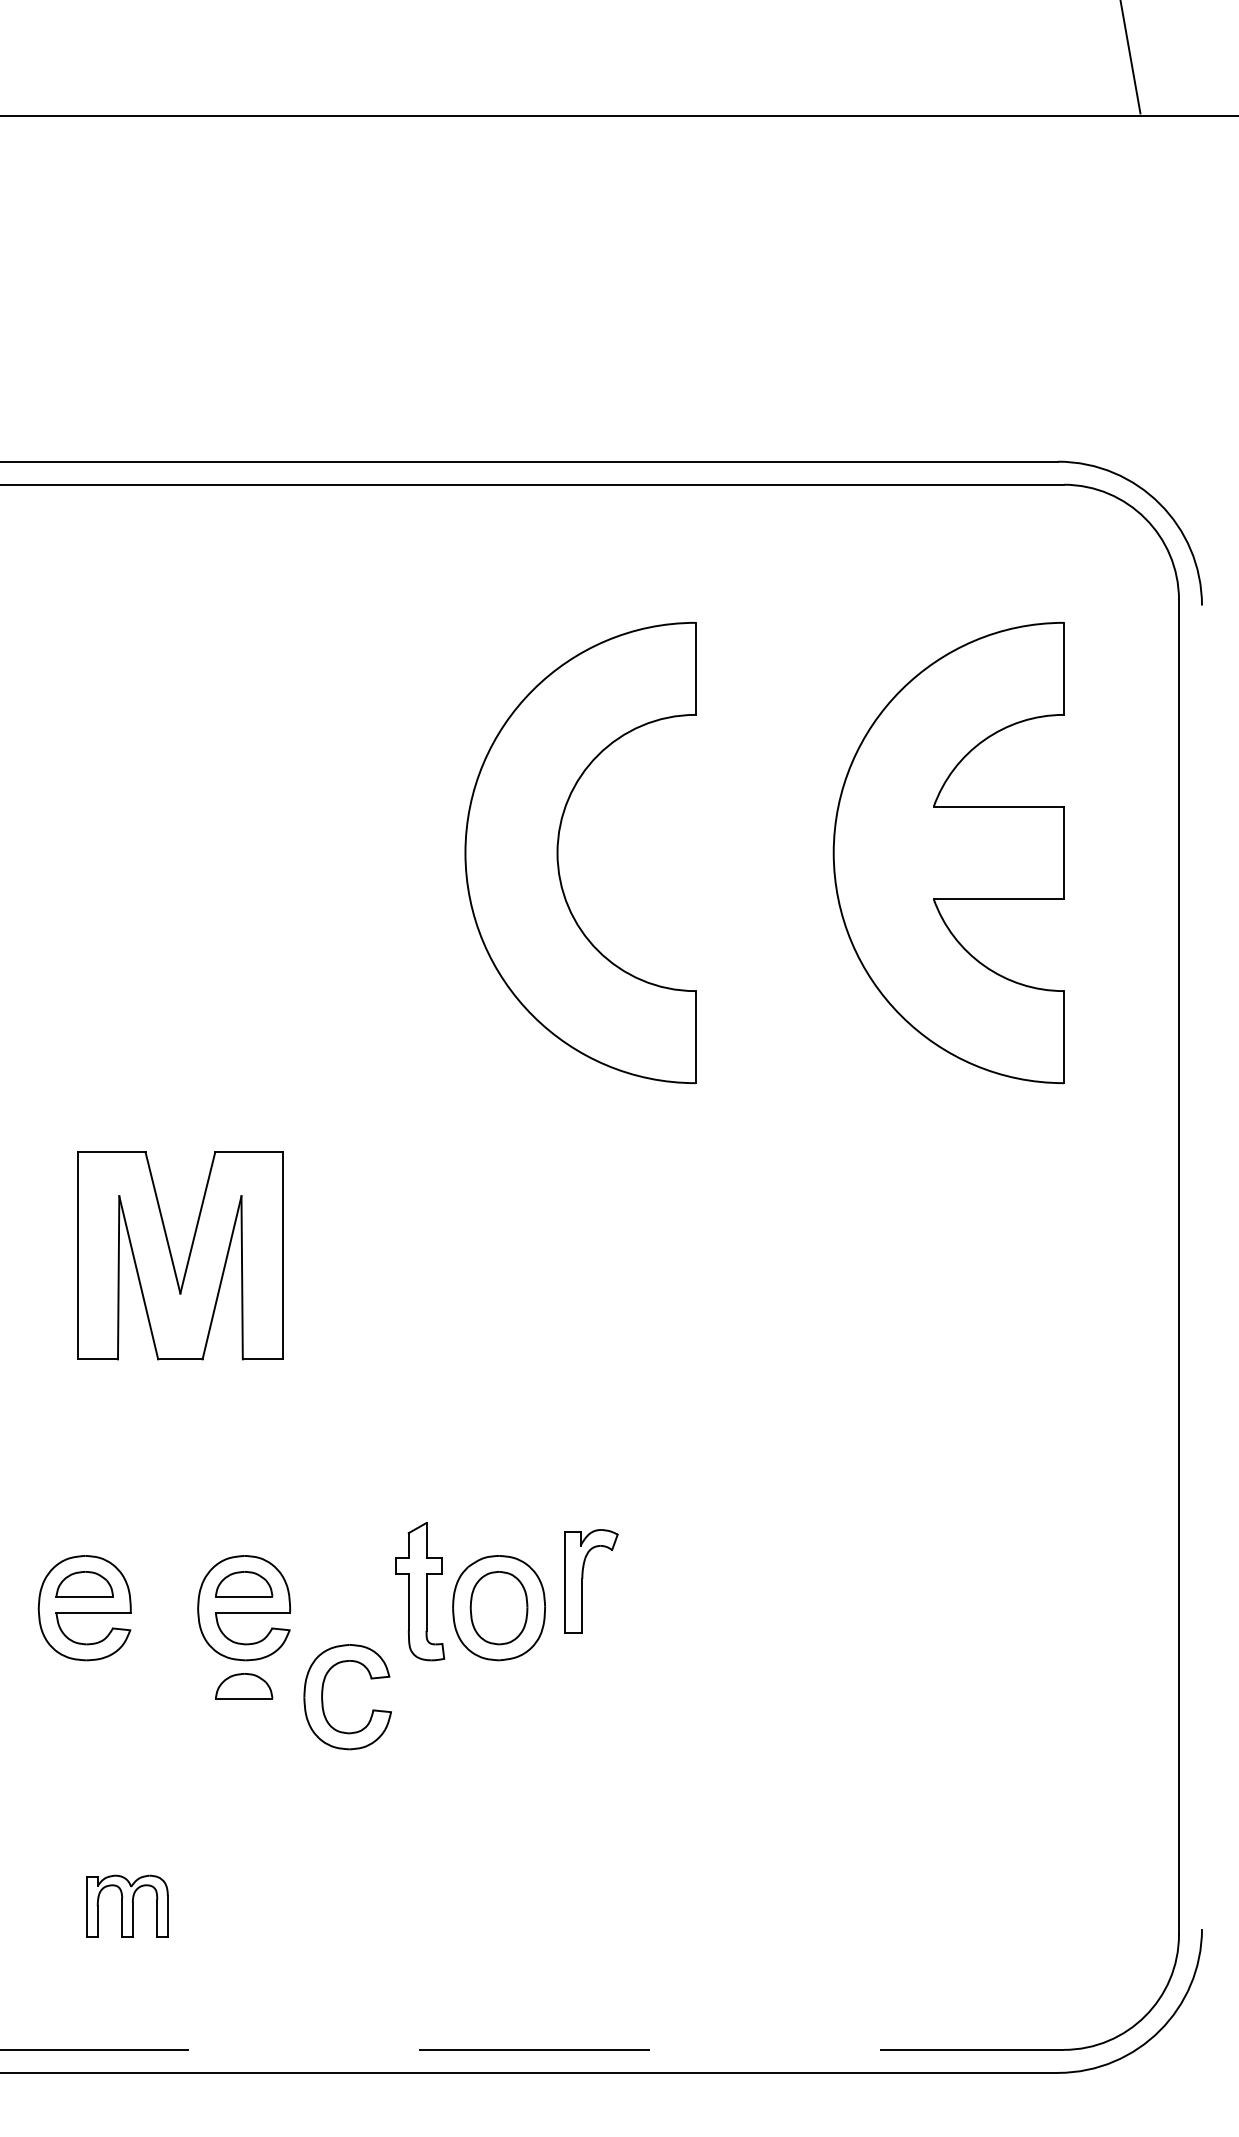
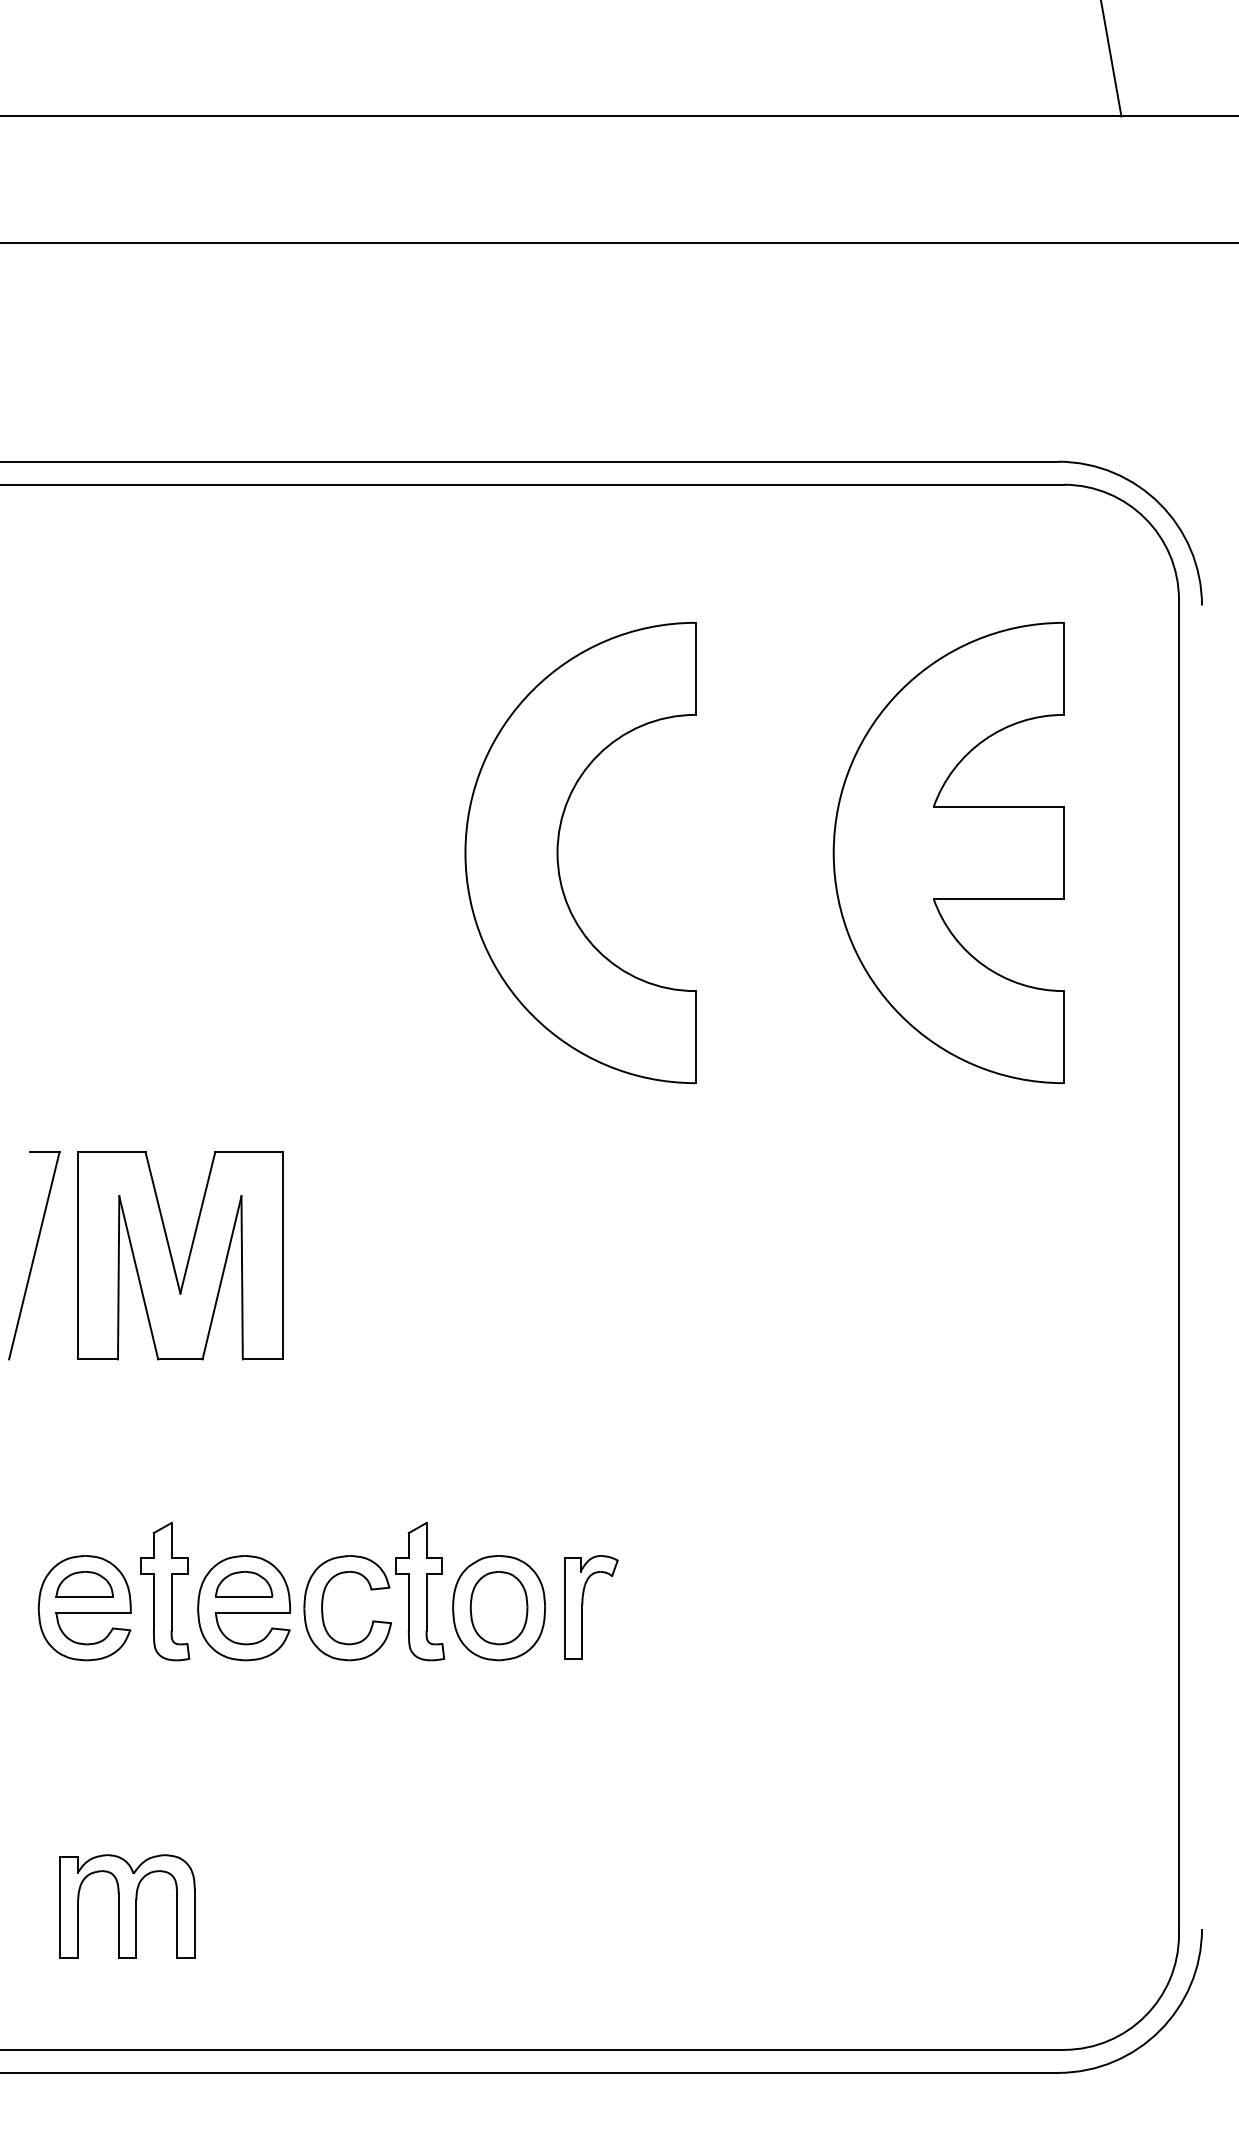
line at (1130, 57) position: (1130, 57) -> (1111, 59)
line at (618, 243): none -> present
part at (34, 1255): none -> present
part at (583, 1578) position: (583, 1578) -> (583, 1604)
part at (165, 1591): none -> present
part at (244, 1686): present -> none
part at (323, 1700) position: (323, 1700) -> (323, 1611)
part at (127, 1905) size: 83x64 px -> 137x105 px
line at (532, 2049): dashed -> solid
